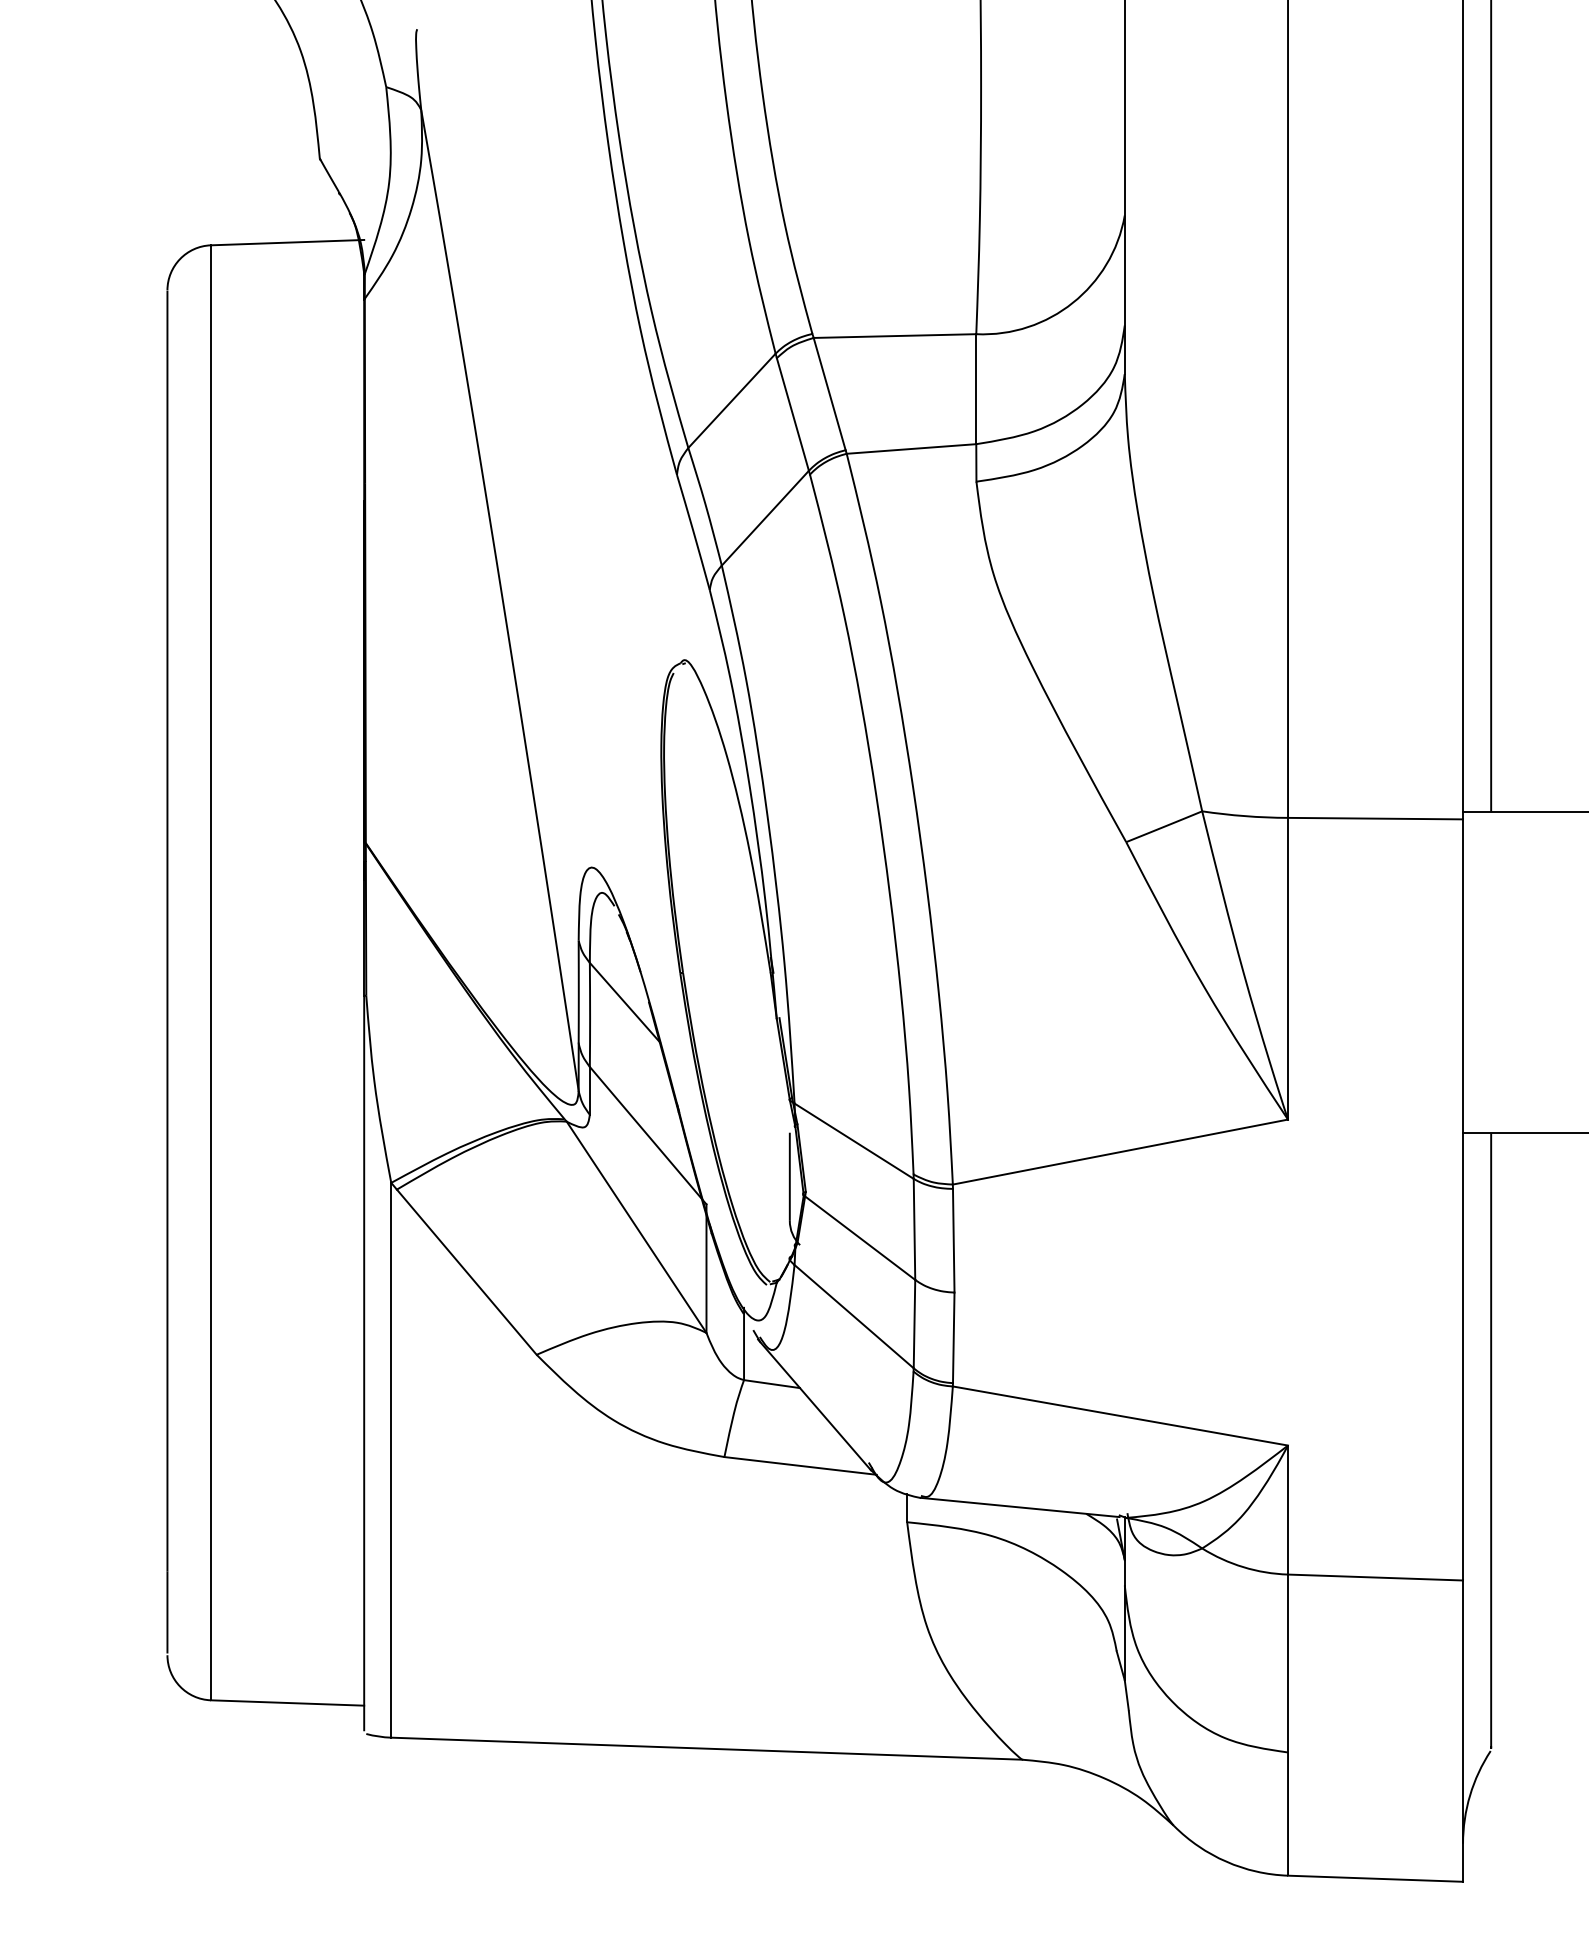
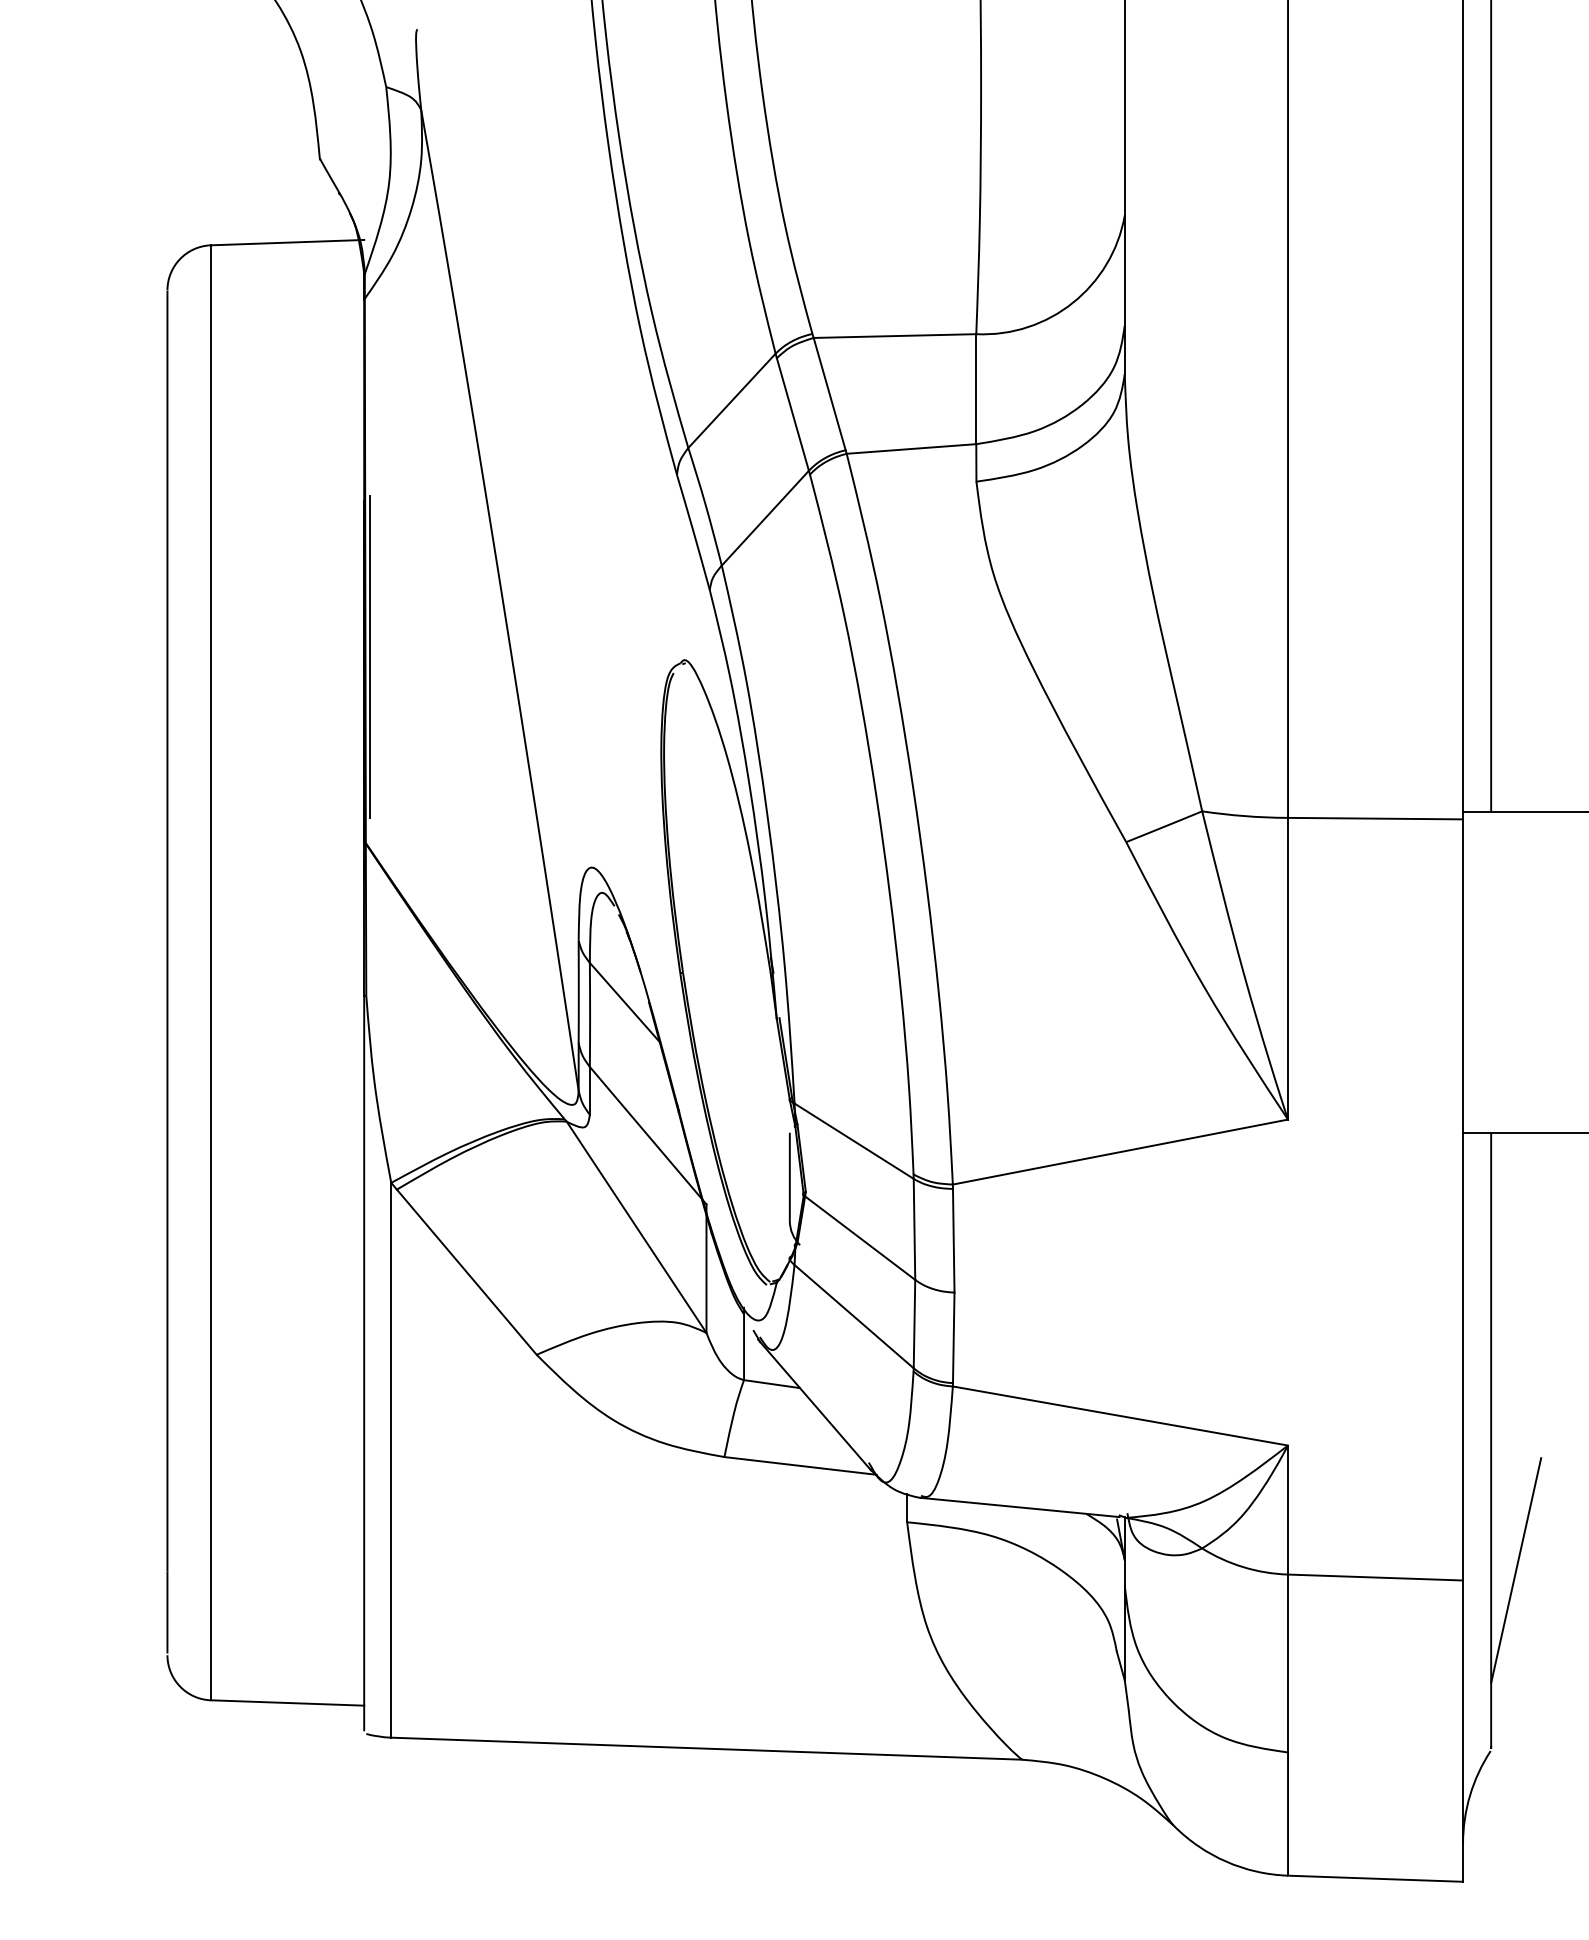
line at (369, 657): none -> present
line at (1516, 1570): none -> present
